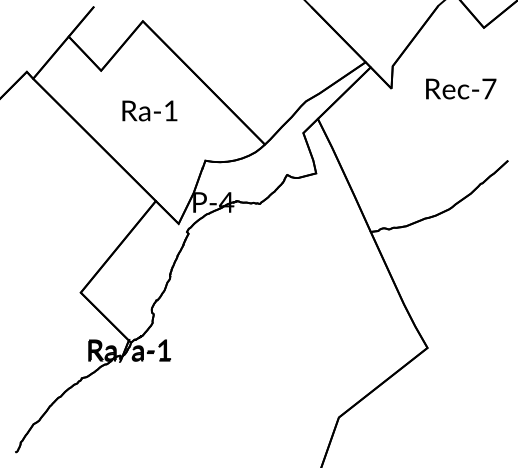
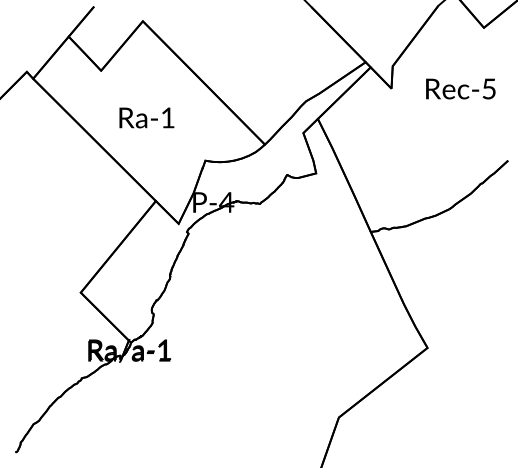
text at (489, 88): Rec-7 -> Rec-5
text at (149, 110) position: (149, 110) -> (146, 117)
